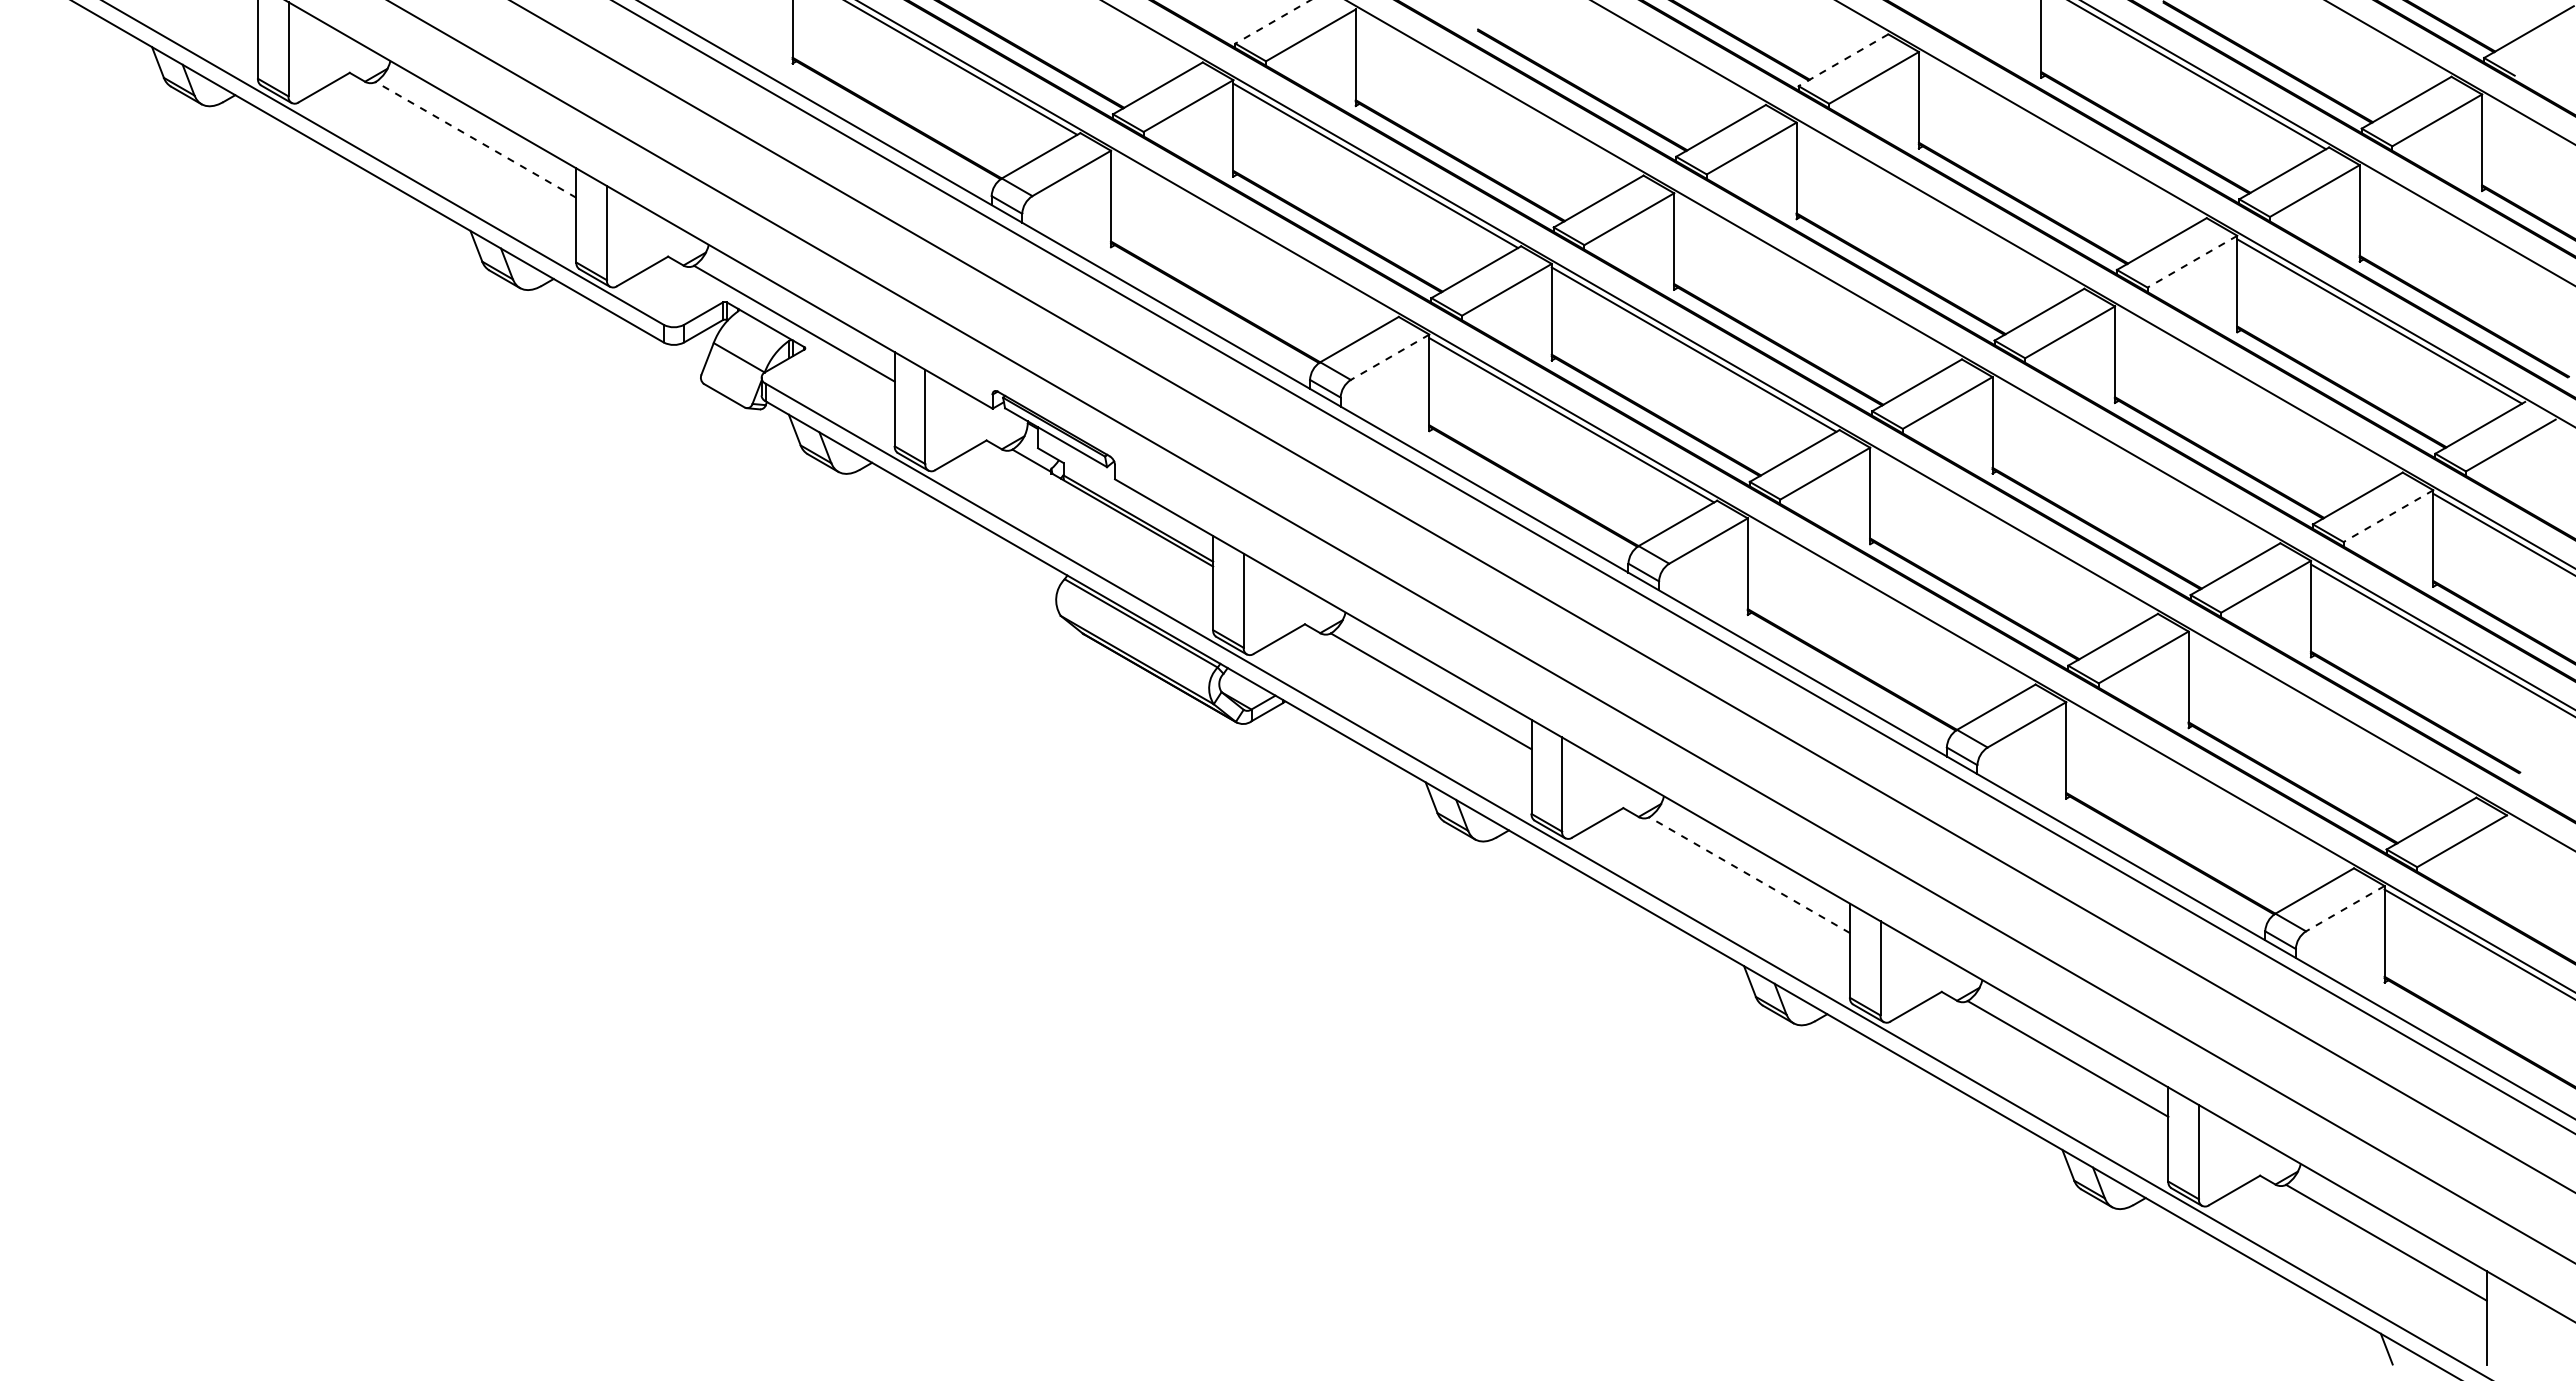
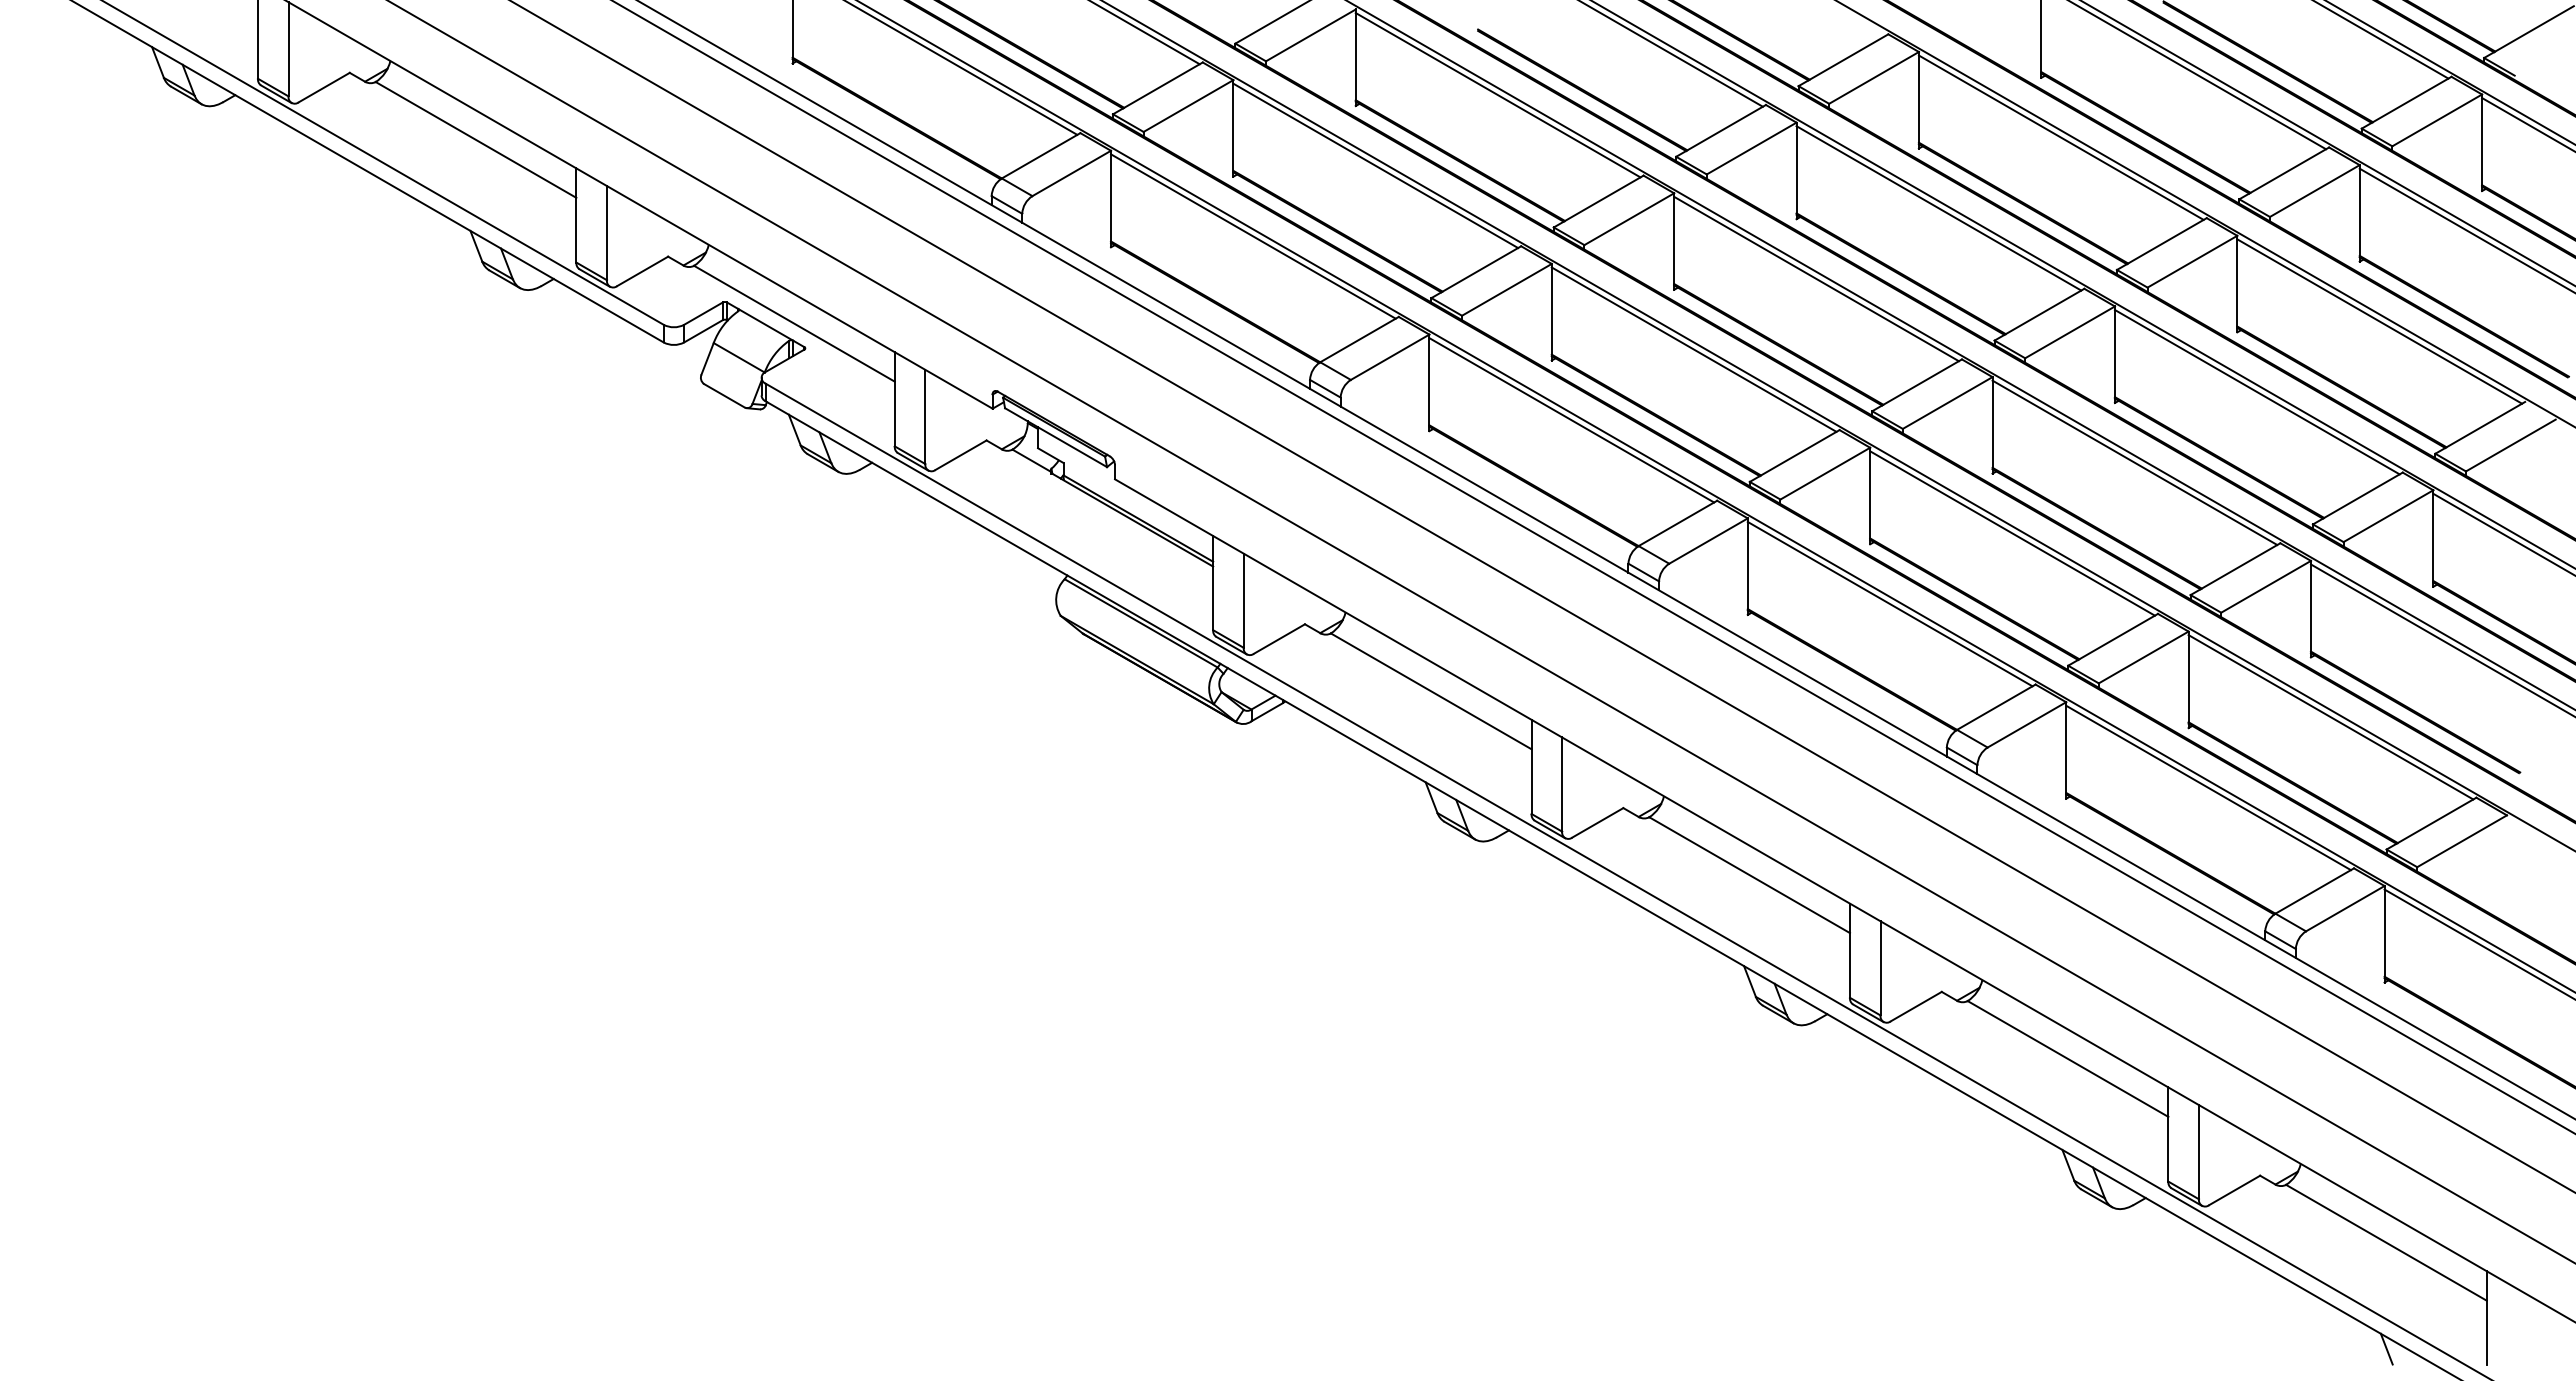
line at (1272, 22): dashed -> solid
line at (1145, 33): none -> present
line at (2382, 40): none -> present
line at (1671, 54): none -> present
line at (1843, 60): dashed -> solid
line at (1497, 95): none -> present
line at (2527, 124): none -> present
line at (2060, 137): none -> present
line at (476, 139): dashed -> solid
line at (1938, 208): none -> present
line at (2465, 229): none -> present
line at (1253, 236): none -> present
line at (2192, 261): dashed -> solid
line at (1816, 278): none -> present
line at (1389, 357): dashed -> solid
line at (2256, 391): none -> present
line at (2134, 462): none -> present
line at (2388, 516): dashed -> solid
line at (2012, 533): none -> present
line at (1889, 603): none -> present
line at (2330, 717): none -> present
line at (2208, 787): none -> present
line at (1749, 875): dashed -> solid
line at (2344, 908): dashed -> solid
